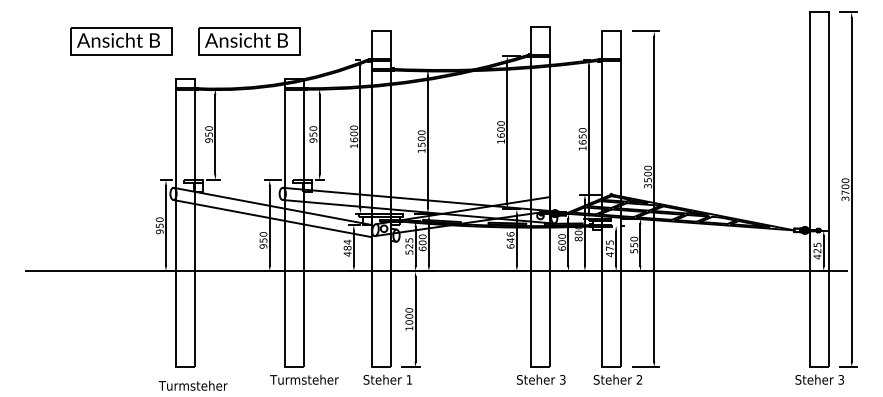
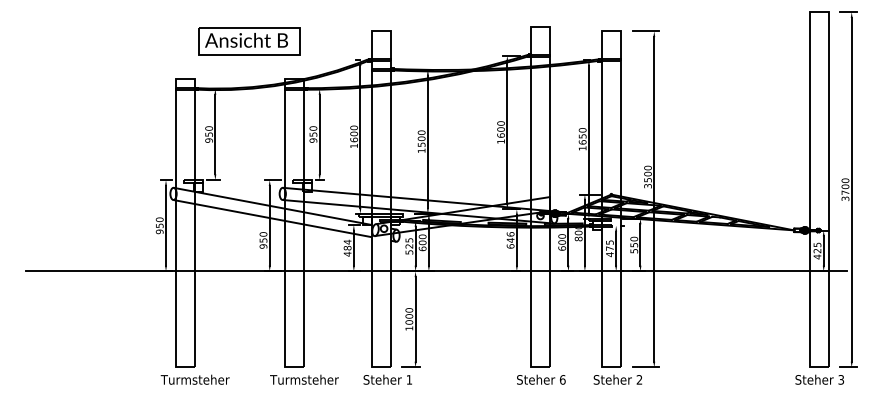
part at (121, 41): present -> none
text at (562, 379): 3 -> 6
text at (192, 385) position: (192, 385) -> (194, 379)
